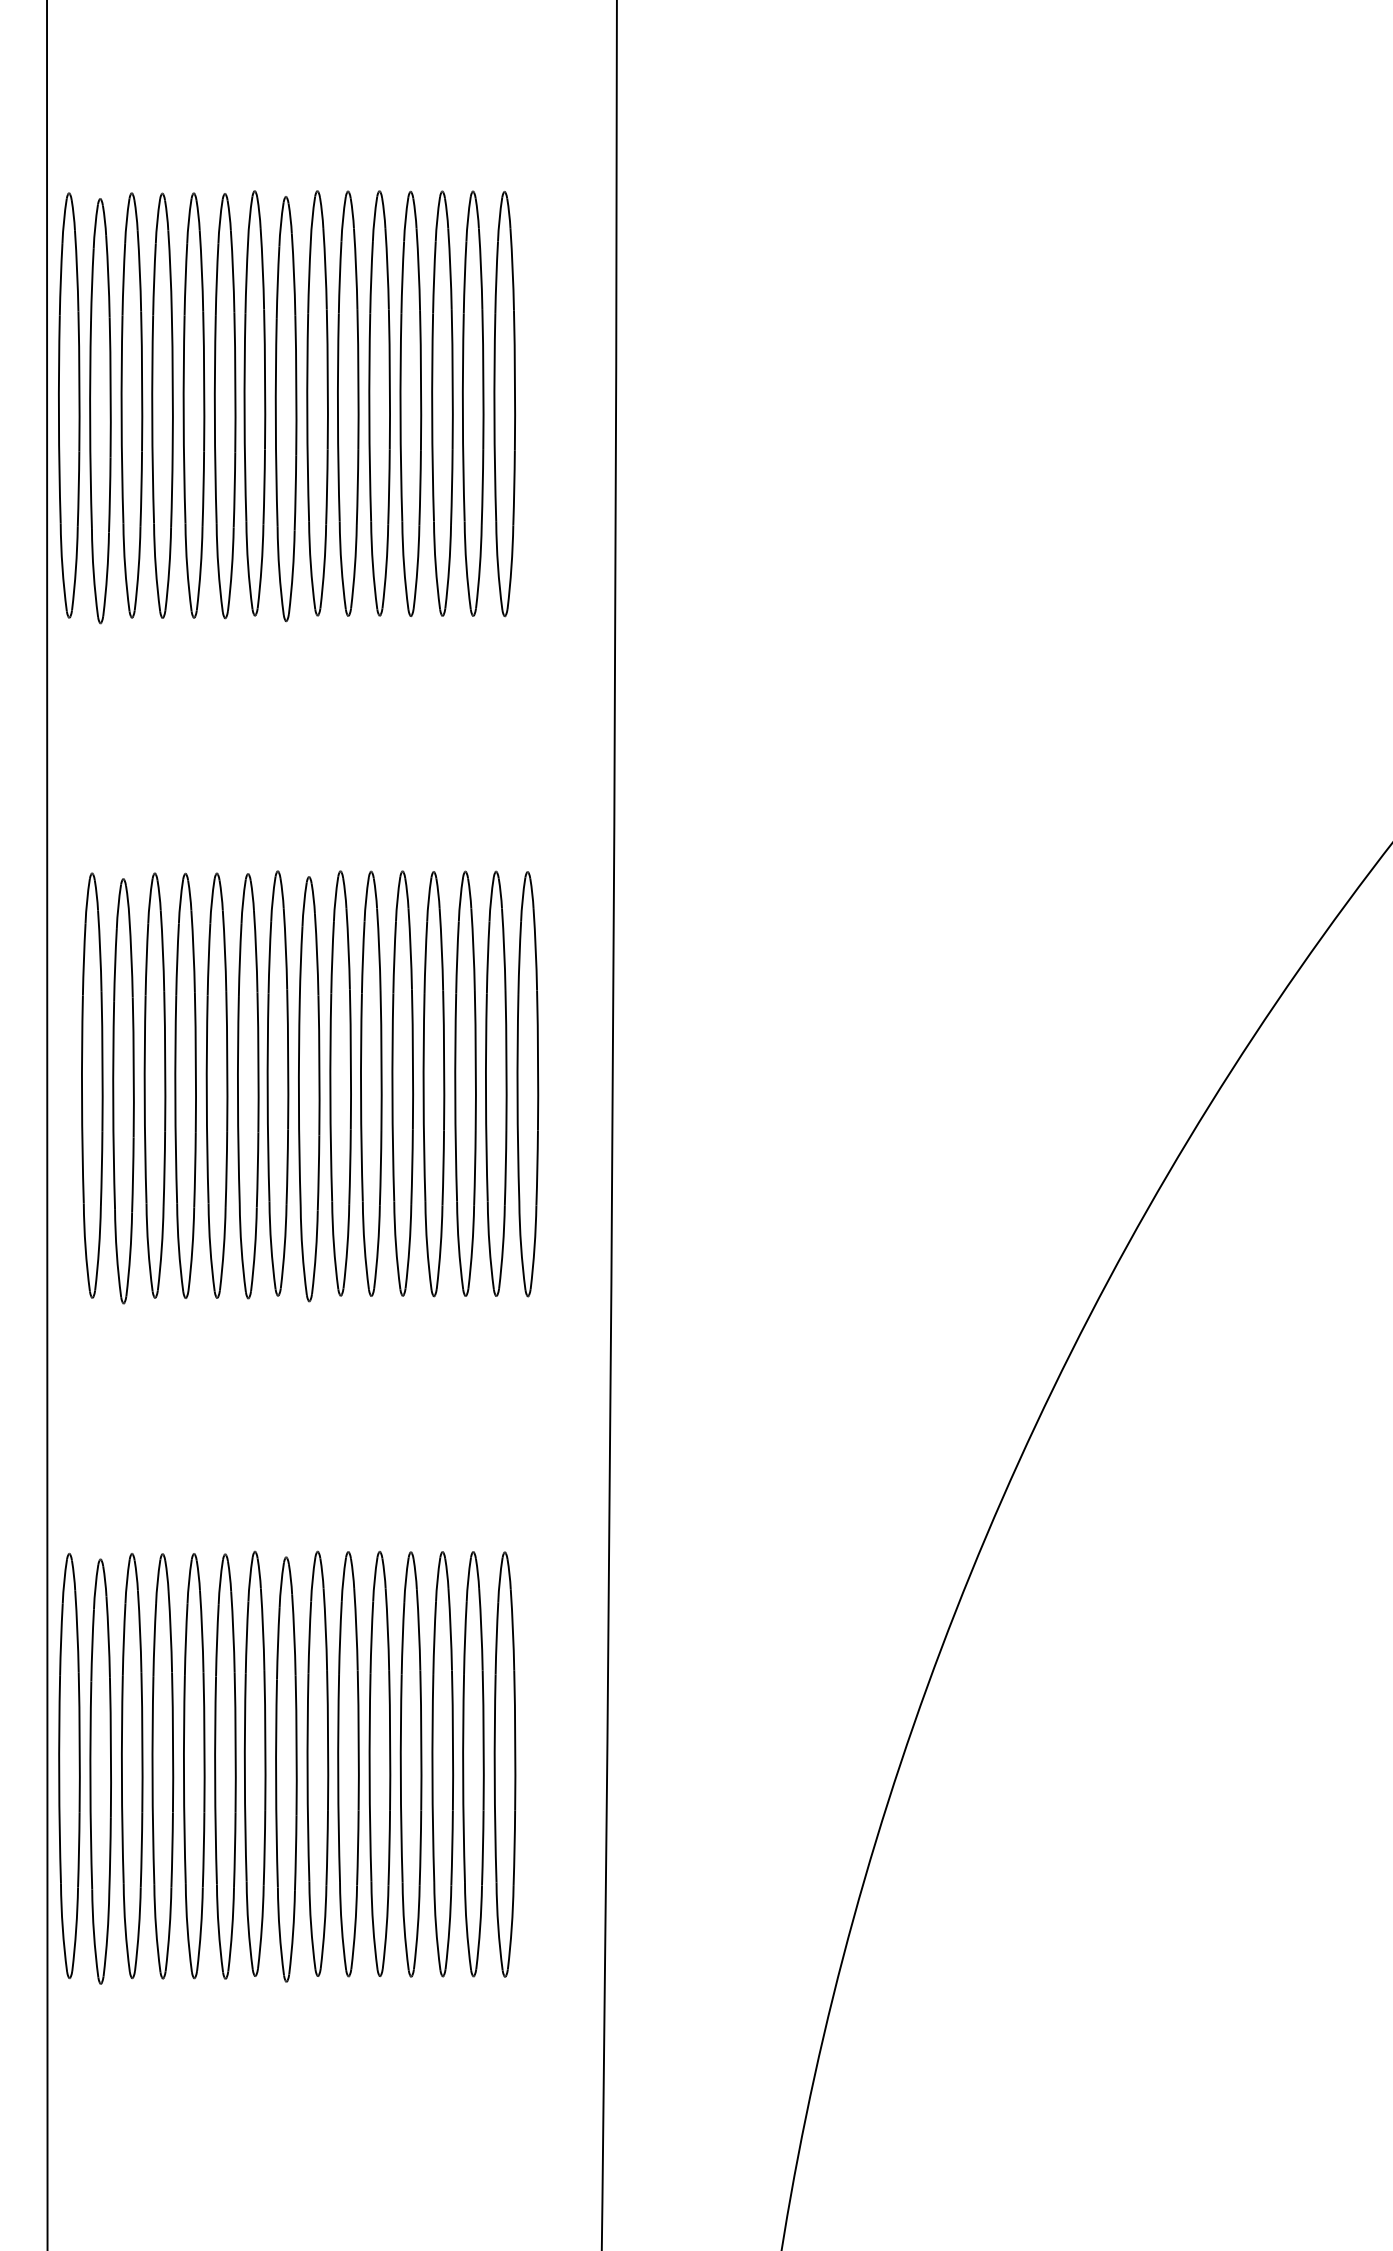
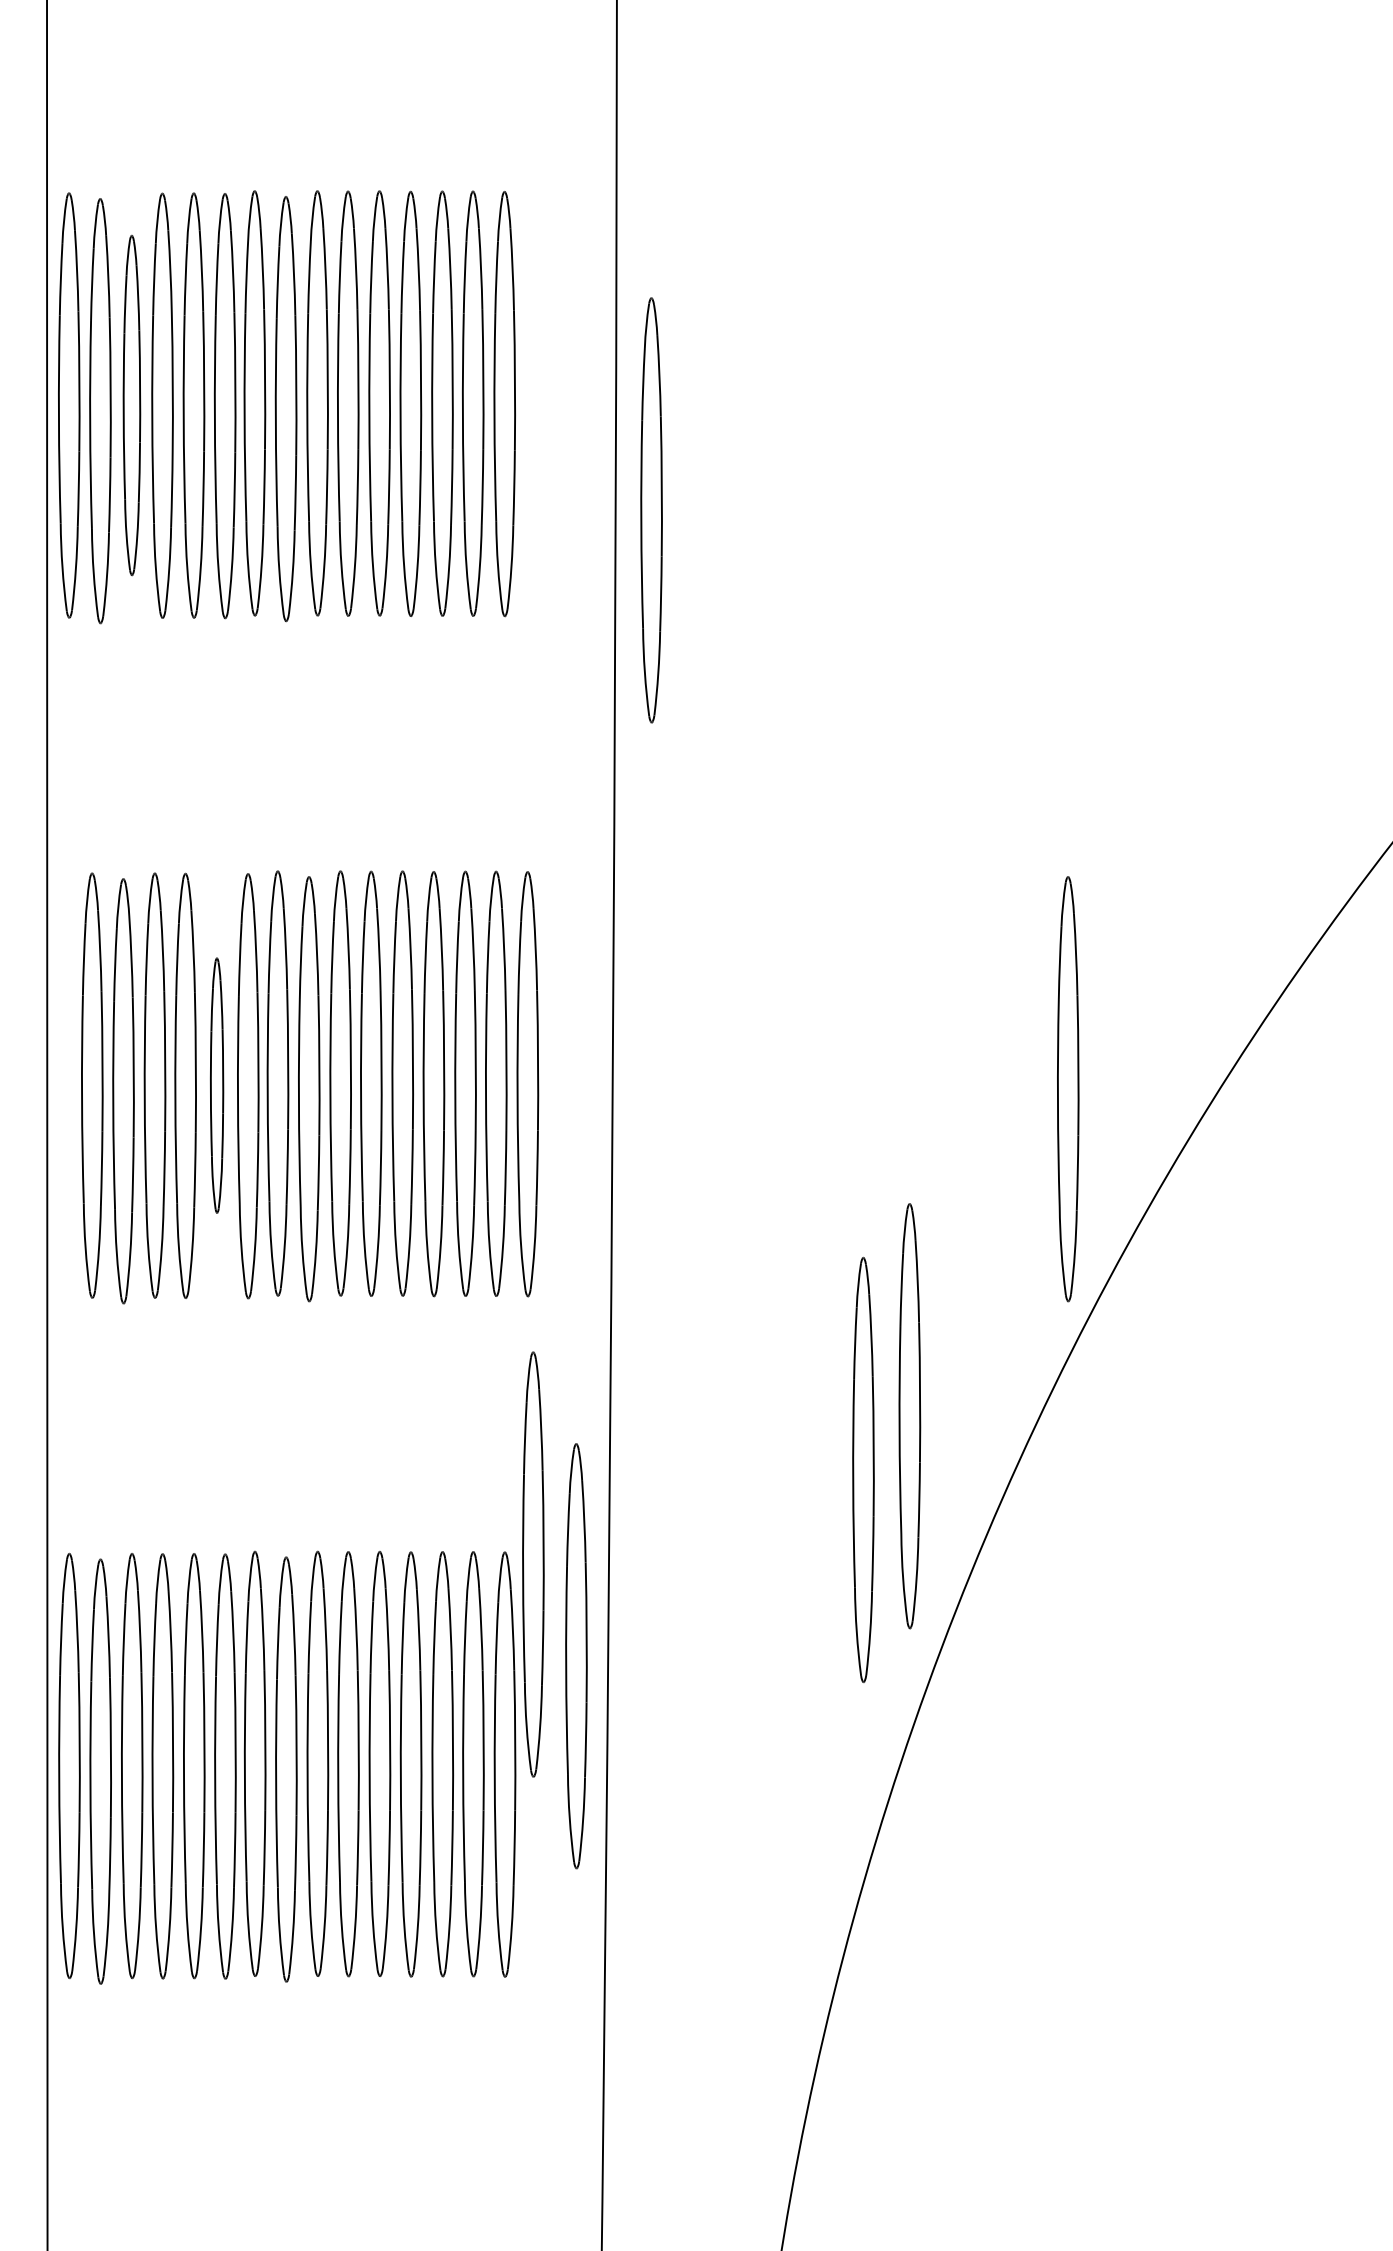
part at (131, 405) size: 24x427 px -> 20x343 px
part at (651, 510): none -> present
part at (216, 1085) size: 24x427 px -> 15x257 px
part at (1068, 1089): none -> present
part at (909, 1416): none -> present
part at (863, 1469): none -> present
part at (533, 1564): none -> present
part at (576, 1656): none -> present
